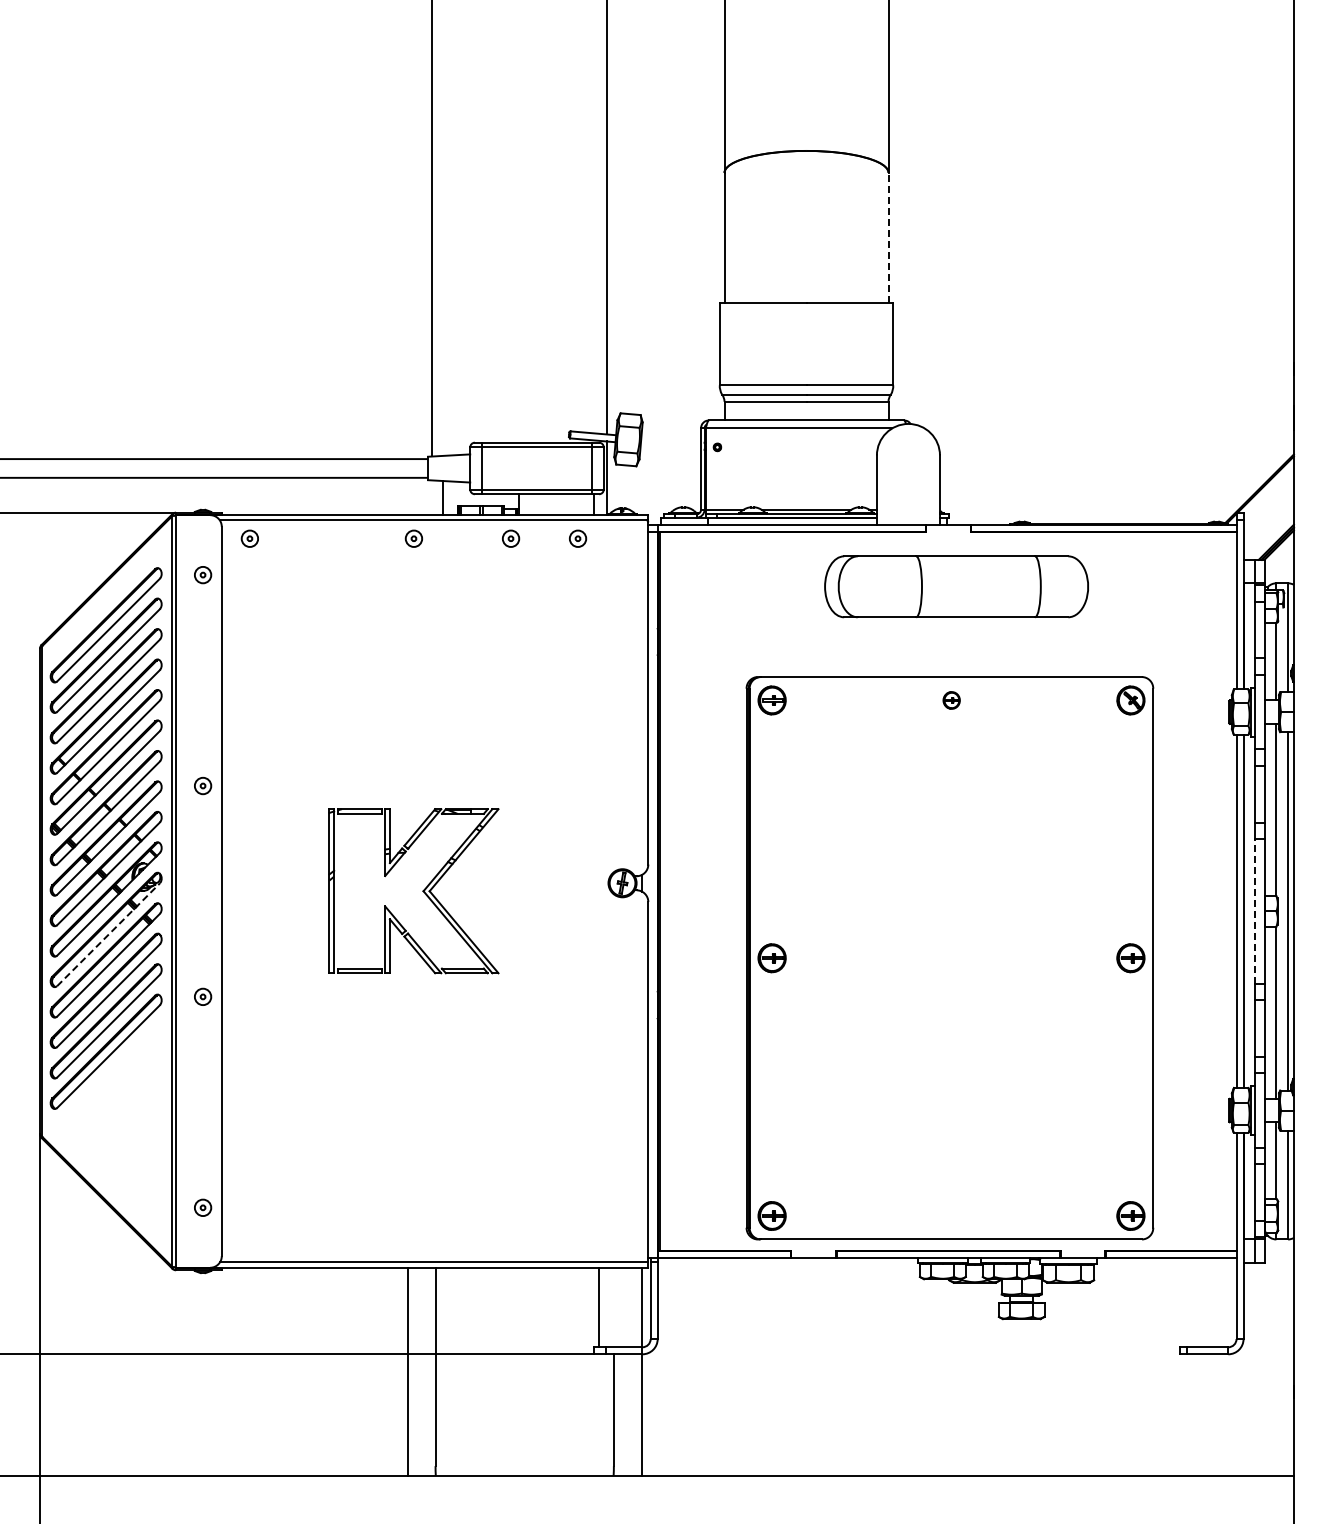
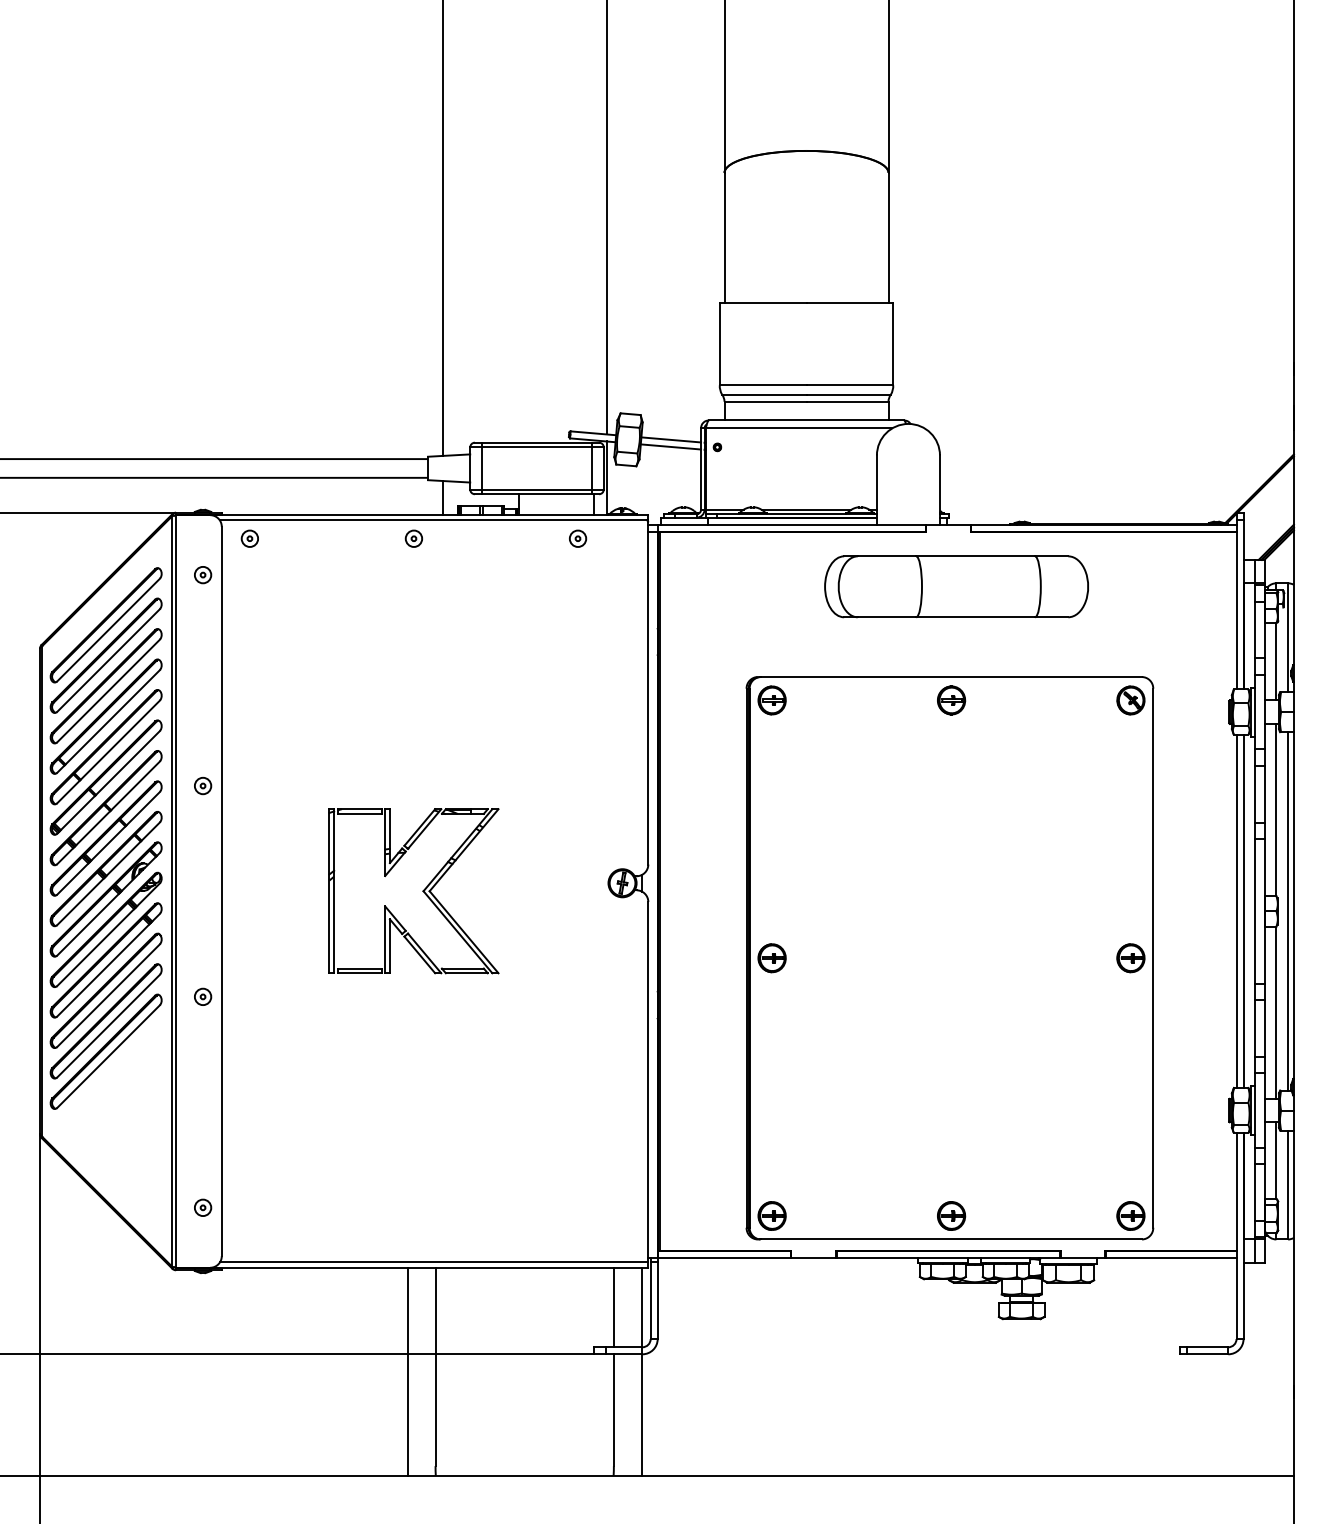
line at (431, 228) position: (431, 228) -> (442, 228)
line at (888, 237): dashed -> solid
line at (671, 439): none -> present
line at (670, 446): none -> present
part at (511, 538): present -> none
part at (951, 700) size: 19x19 px -> 30x31 px
line at (1255, 910): dashed -> solid
line at (108, 934): dashed -> solid
part at (951, 1215): none -> present
line at (598, 1307) position: (598, 1307) -> (613, 1307)
